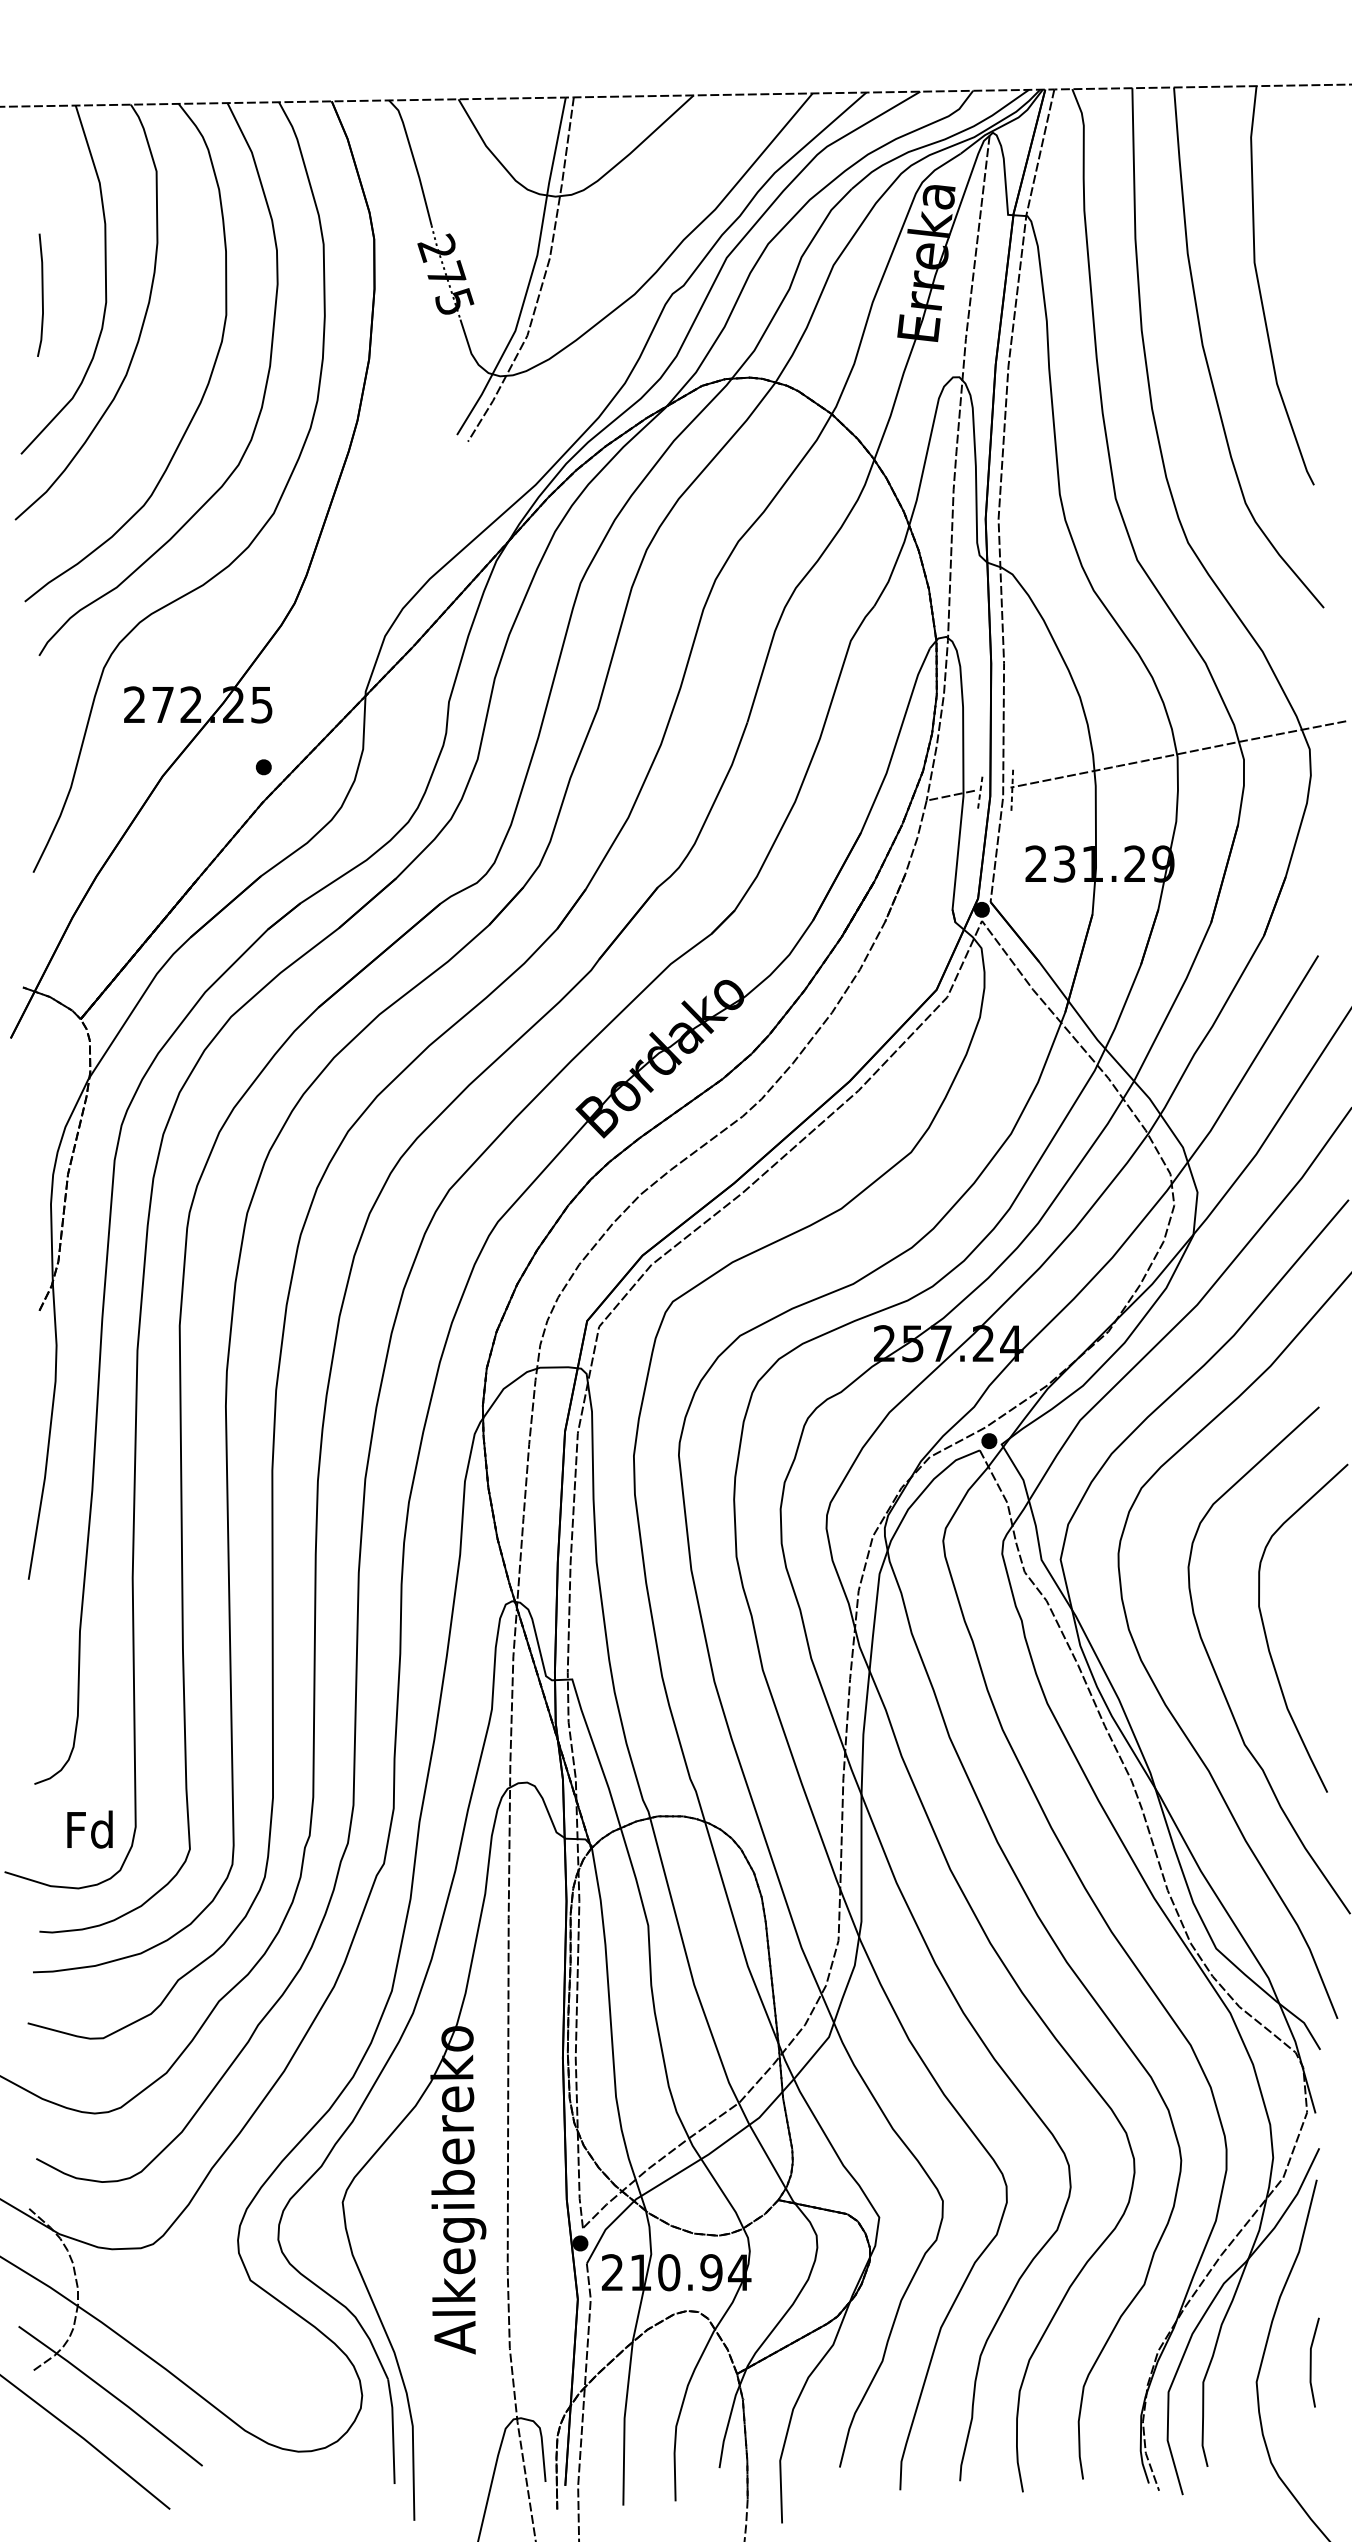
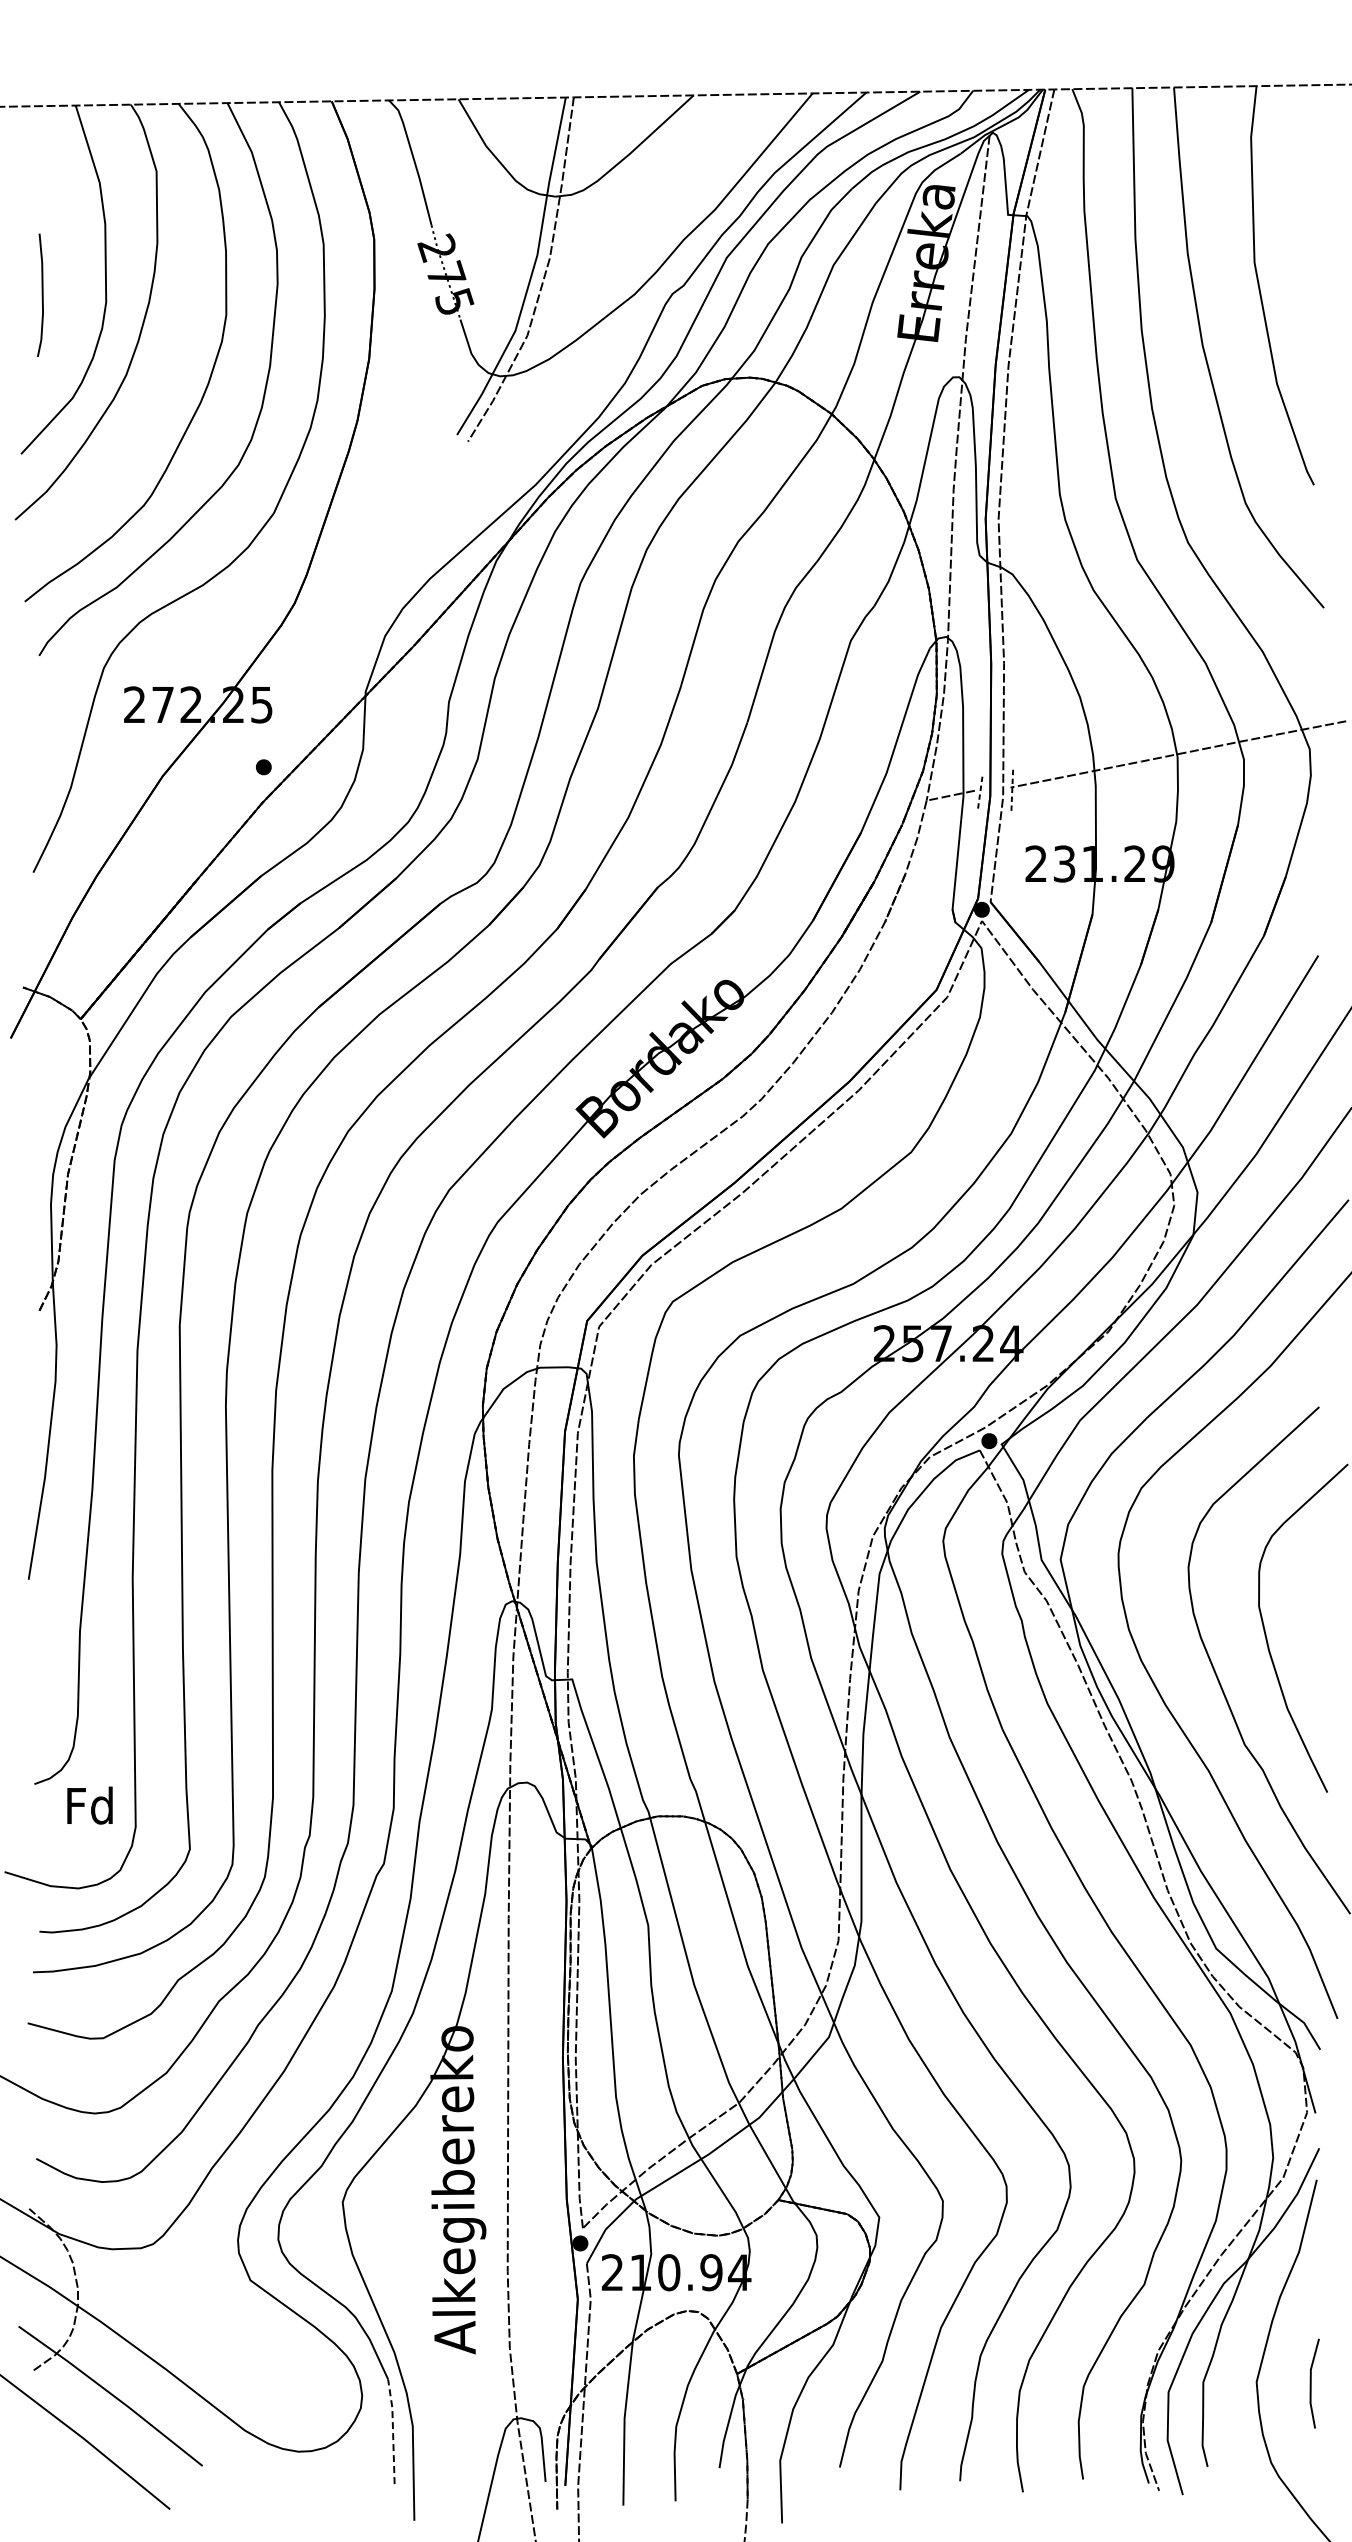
text at (89, 1829) position: (89, 1829) -> (89, 1805)
line at (1311, 2362) position: (1311, 2362) -> (1311, 2383)
line at (393, 2430): solid -> dashed
